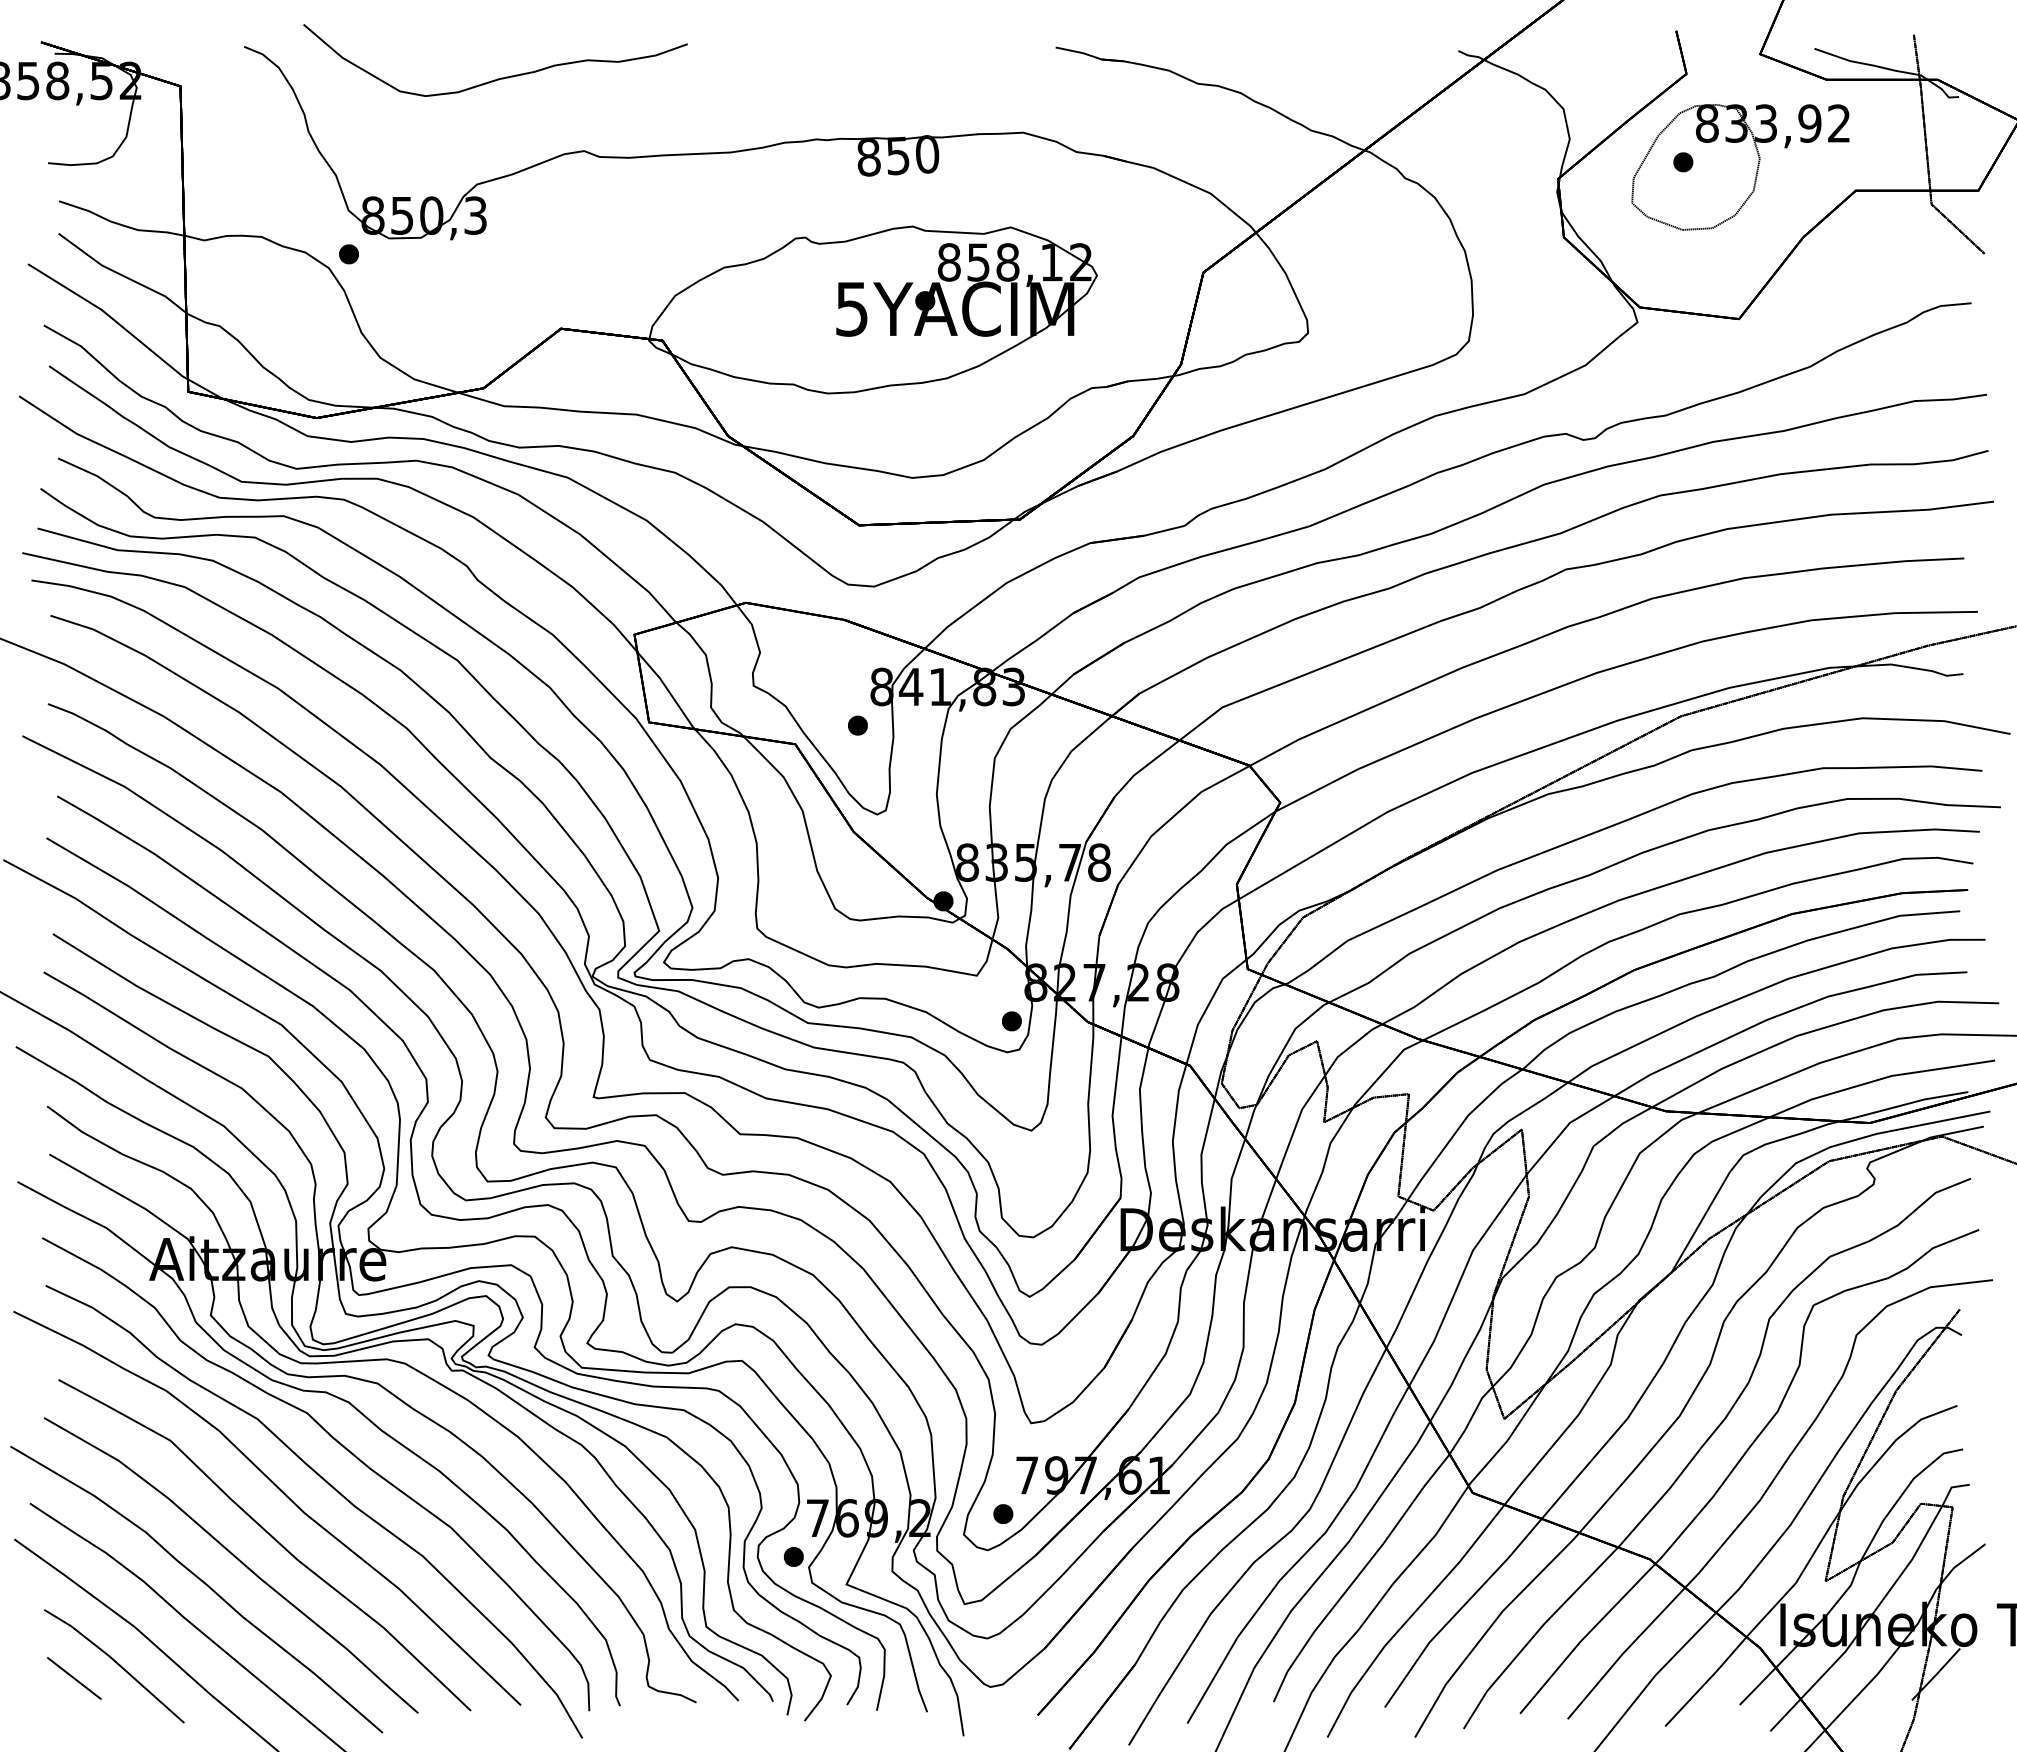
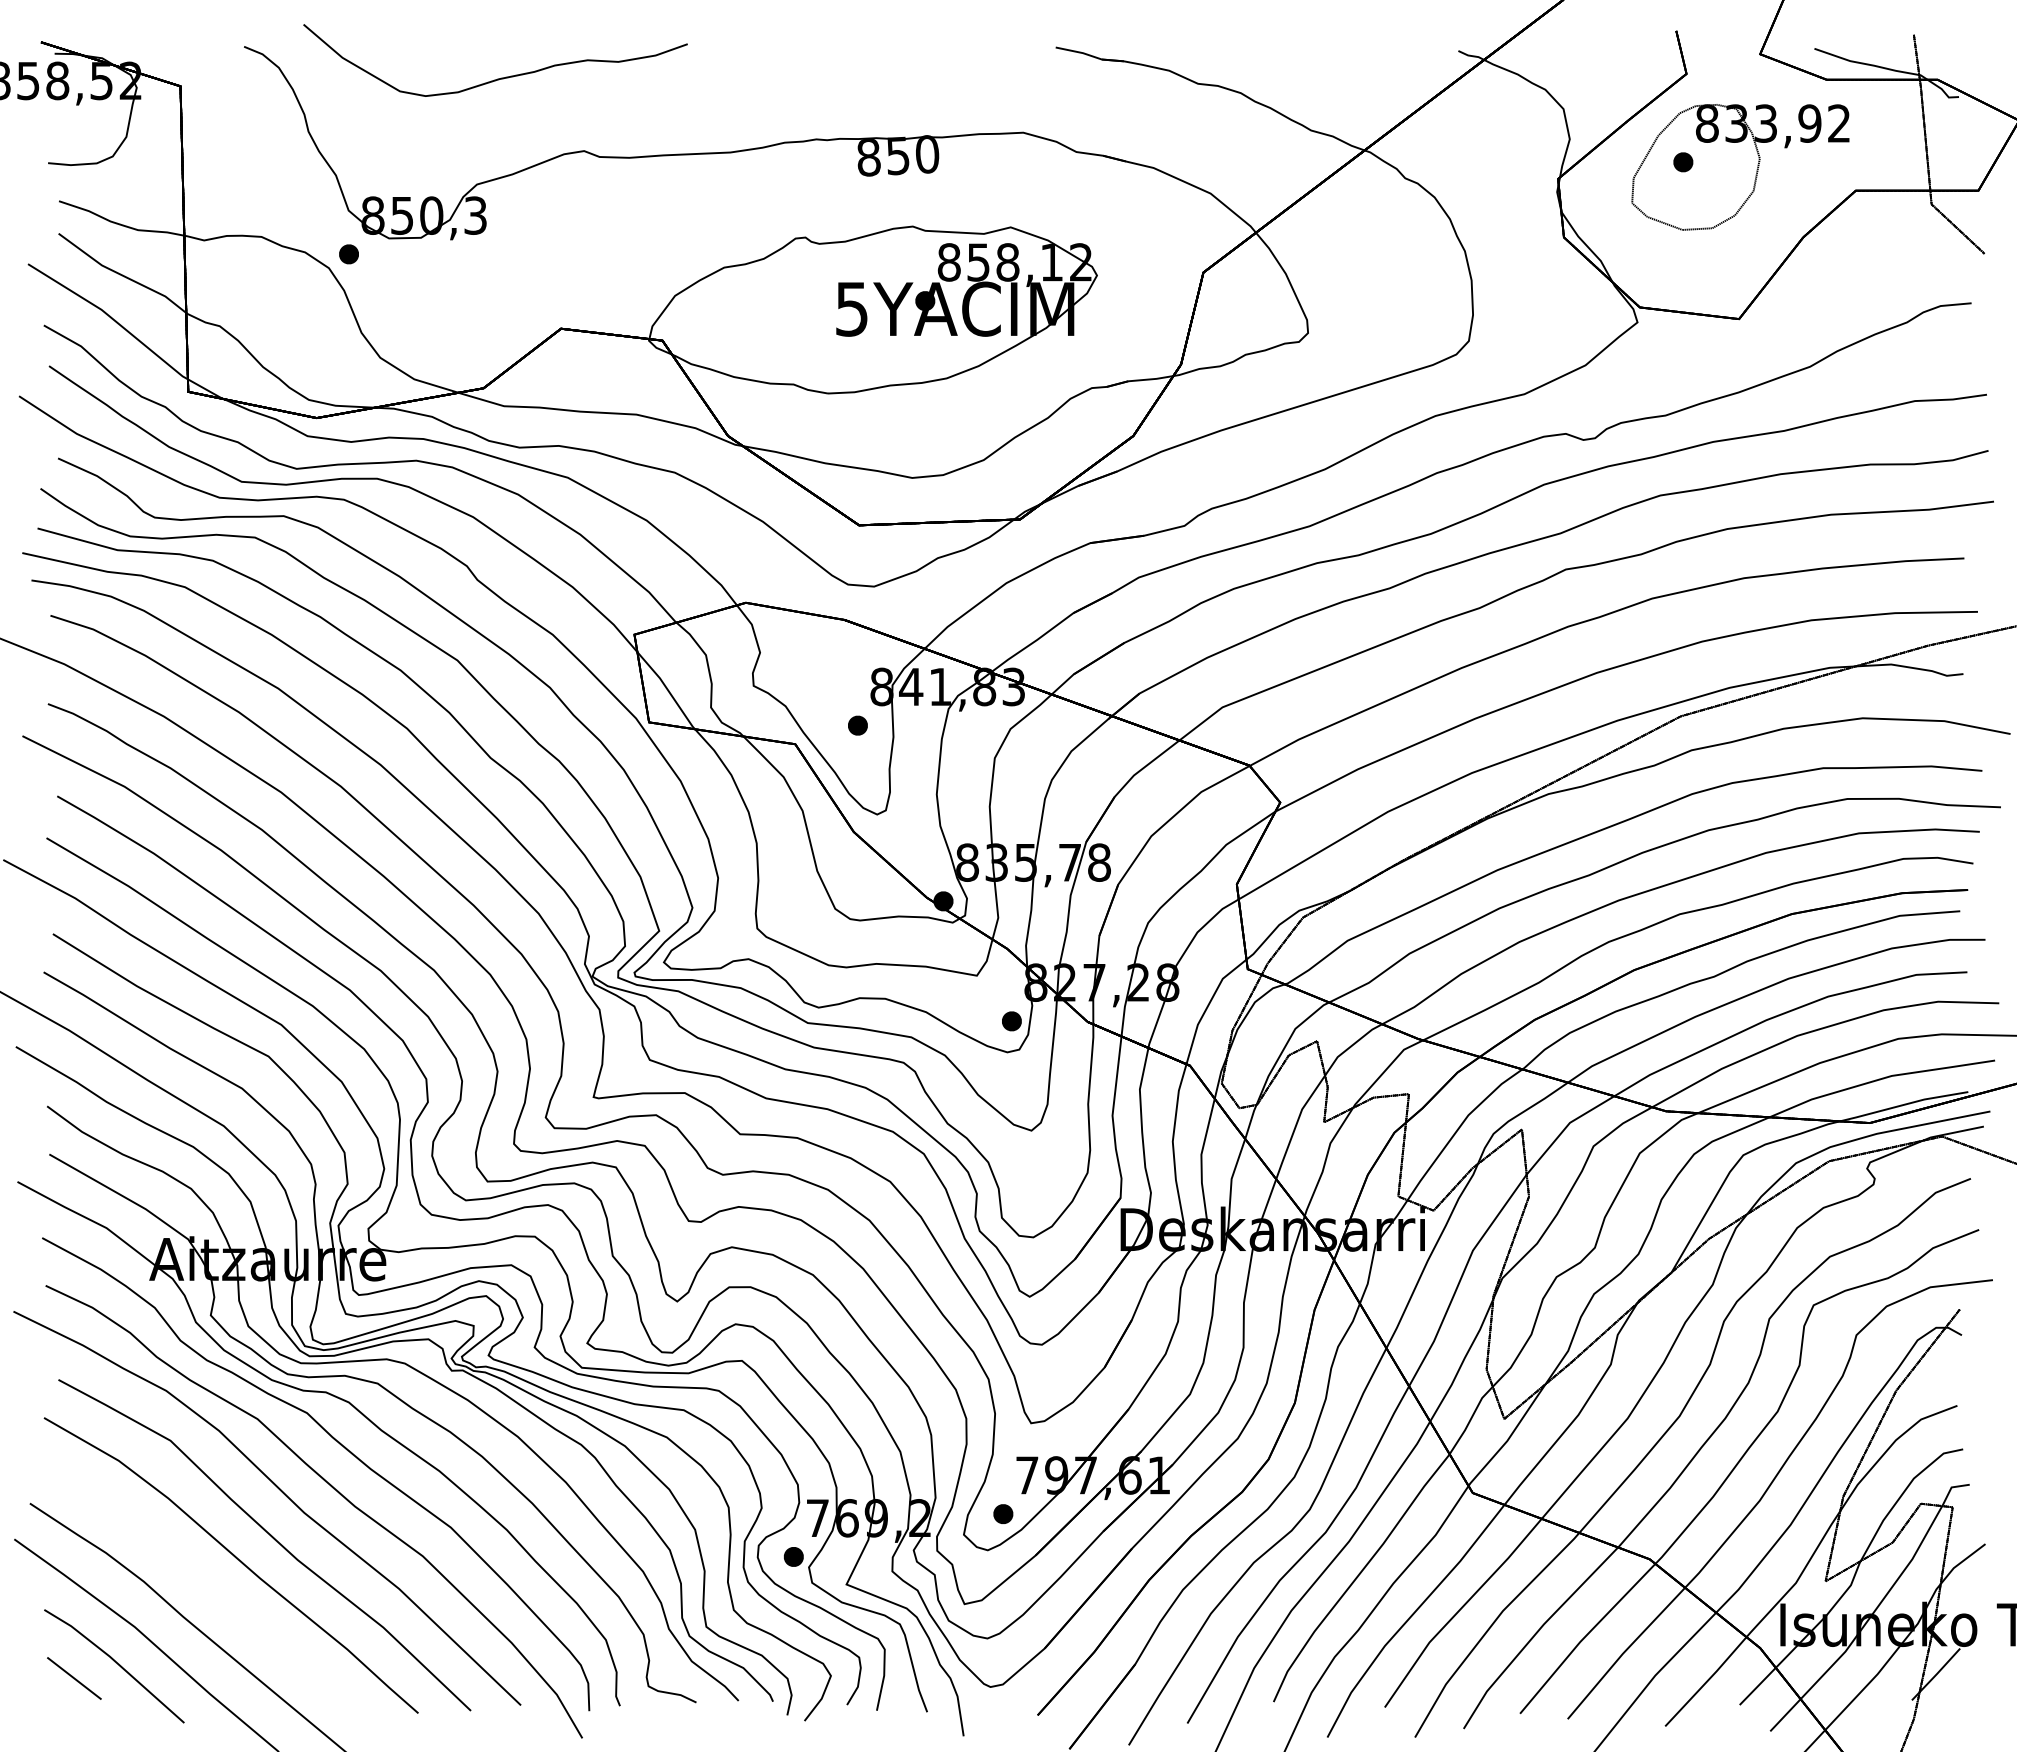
part at (202, 1582): present -> none
